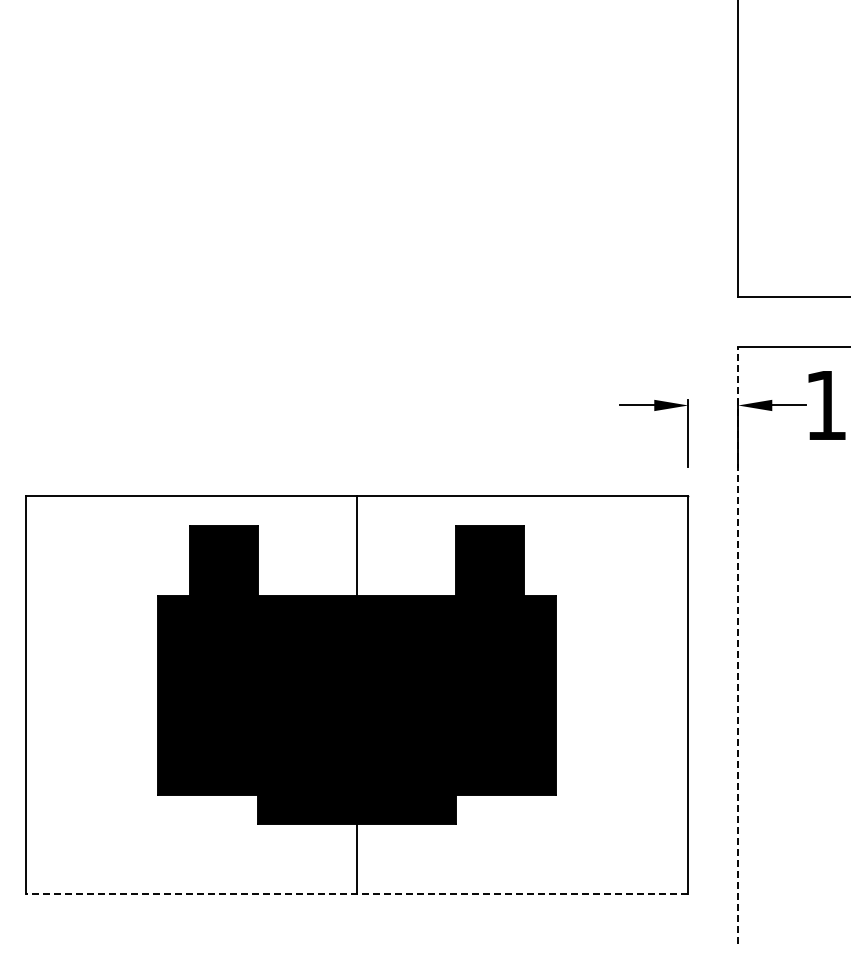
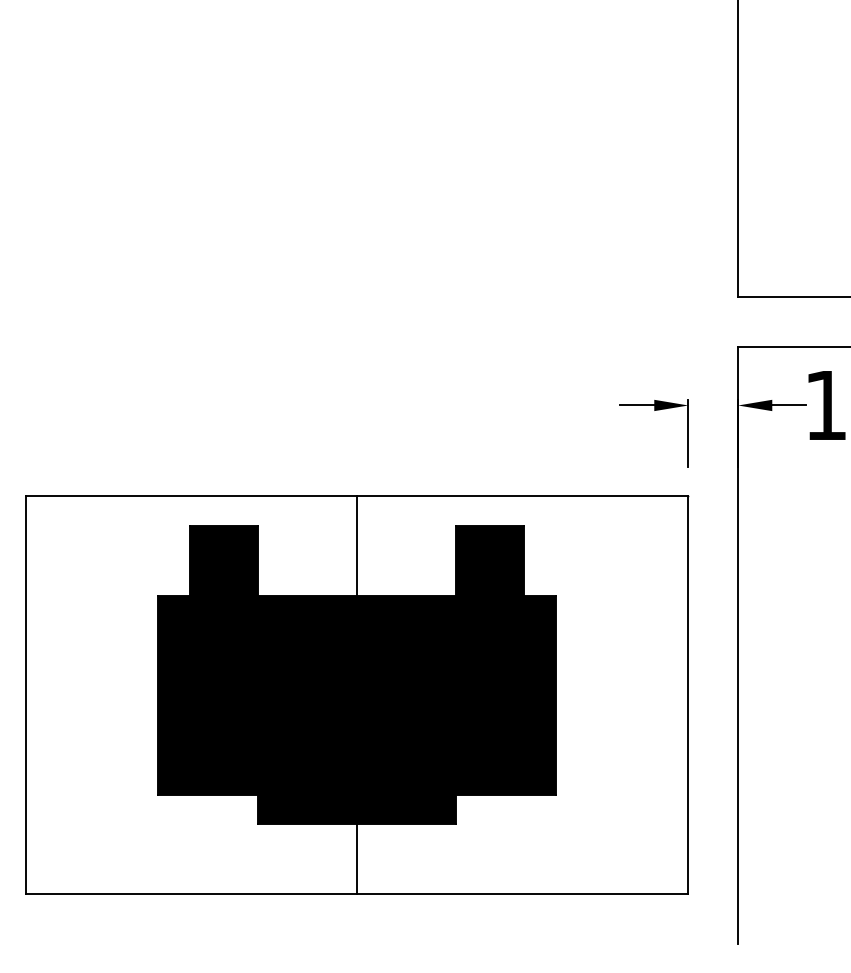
line at (738, 645): dashed -> solid
line at (356, 894): dashed -> solid
